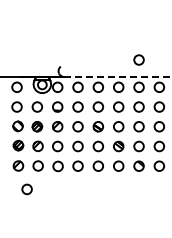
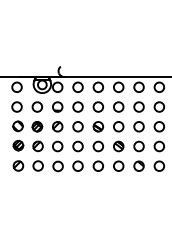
circle at (138, 59): present -> none
line at (118, 76): dashed -> solid
circle at (26, 189): present -> none
